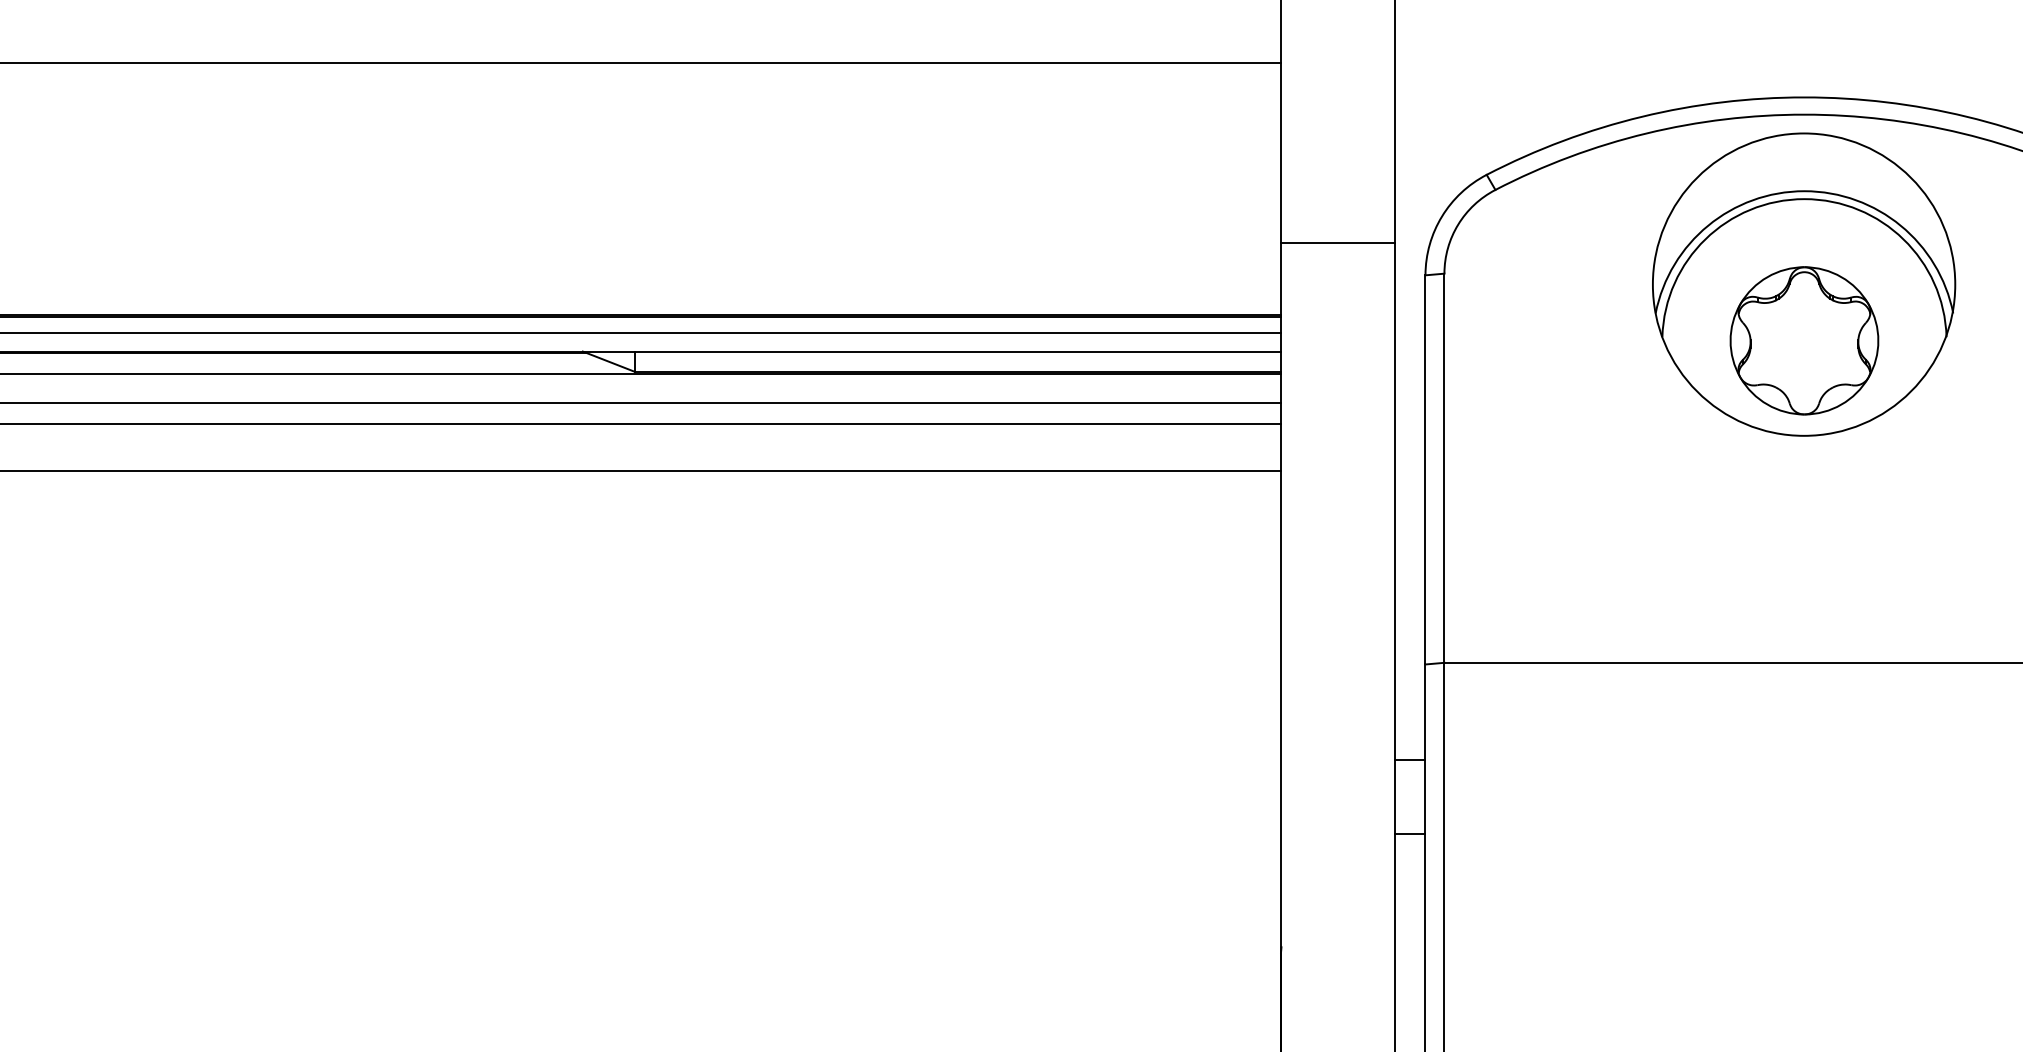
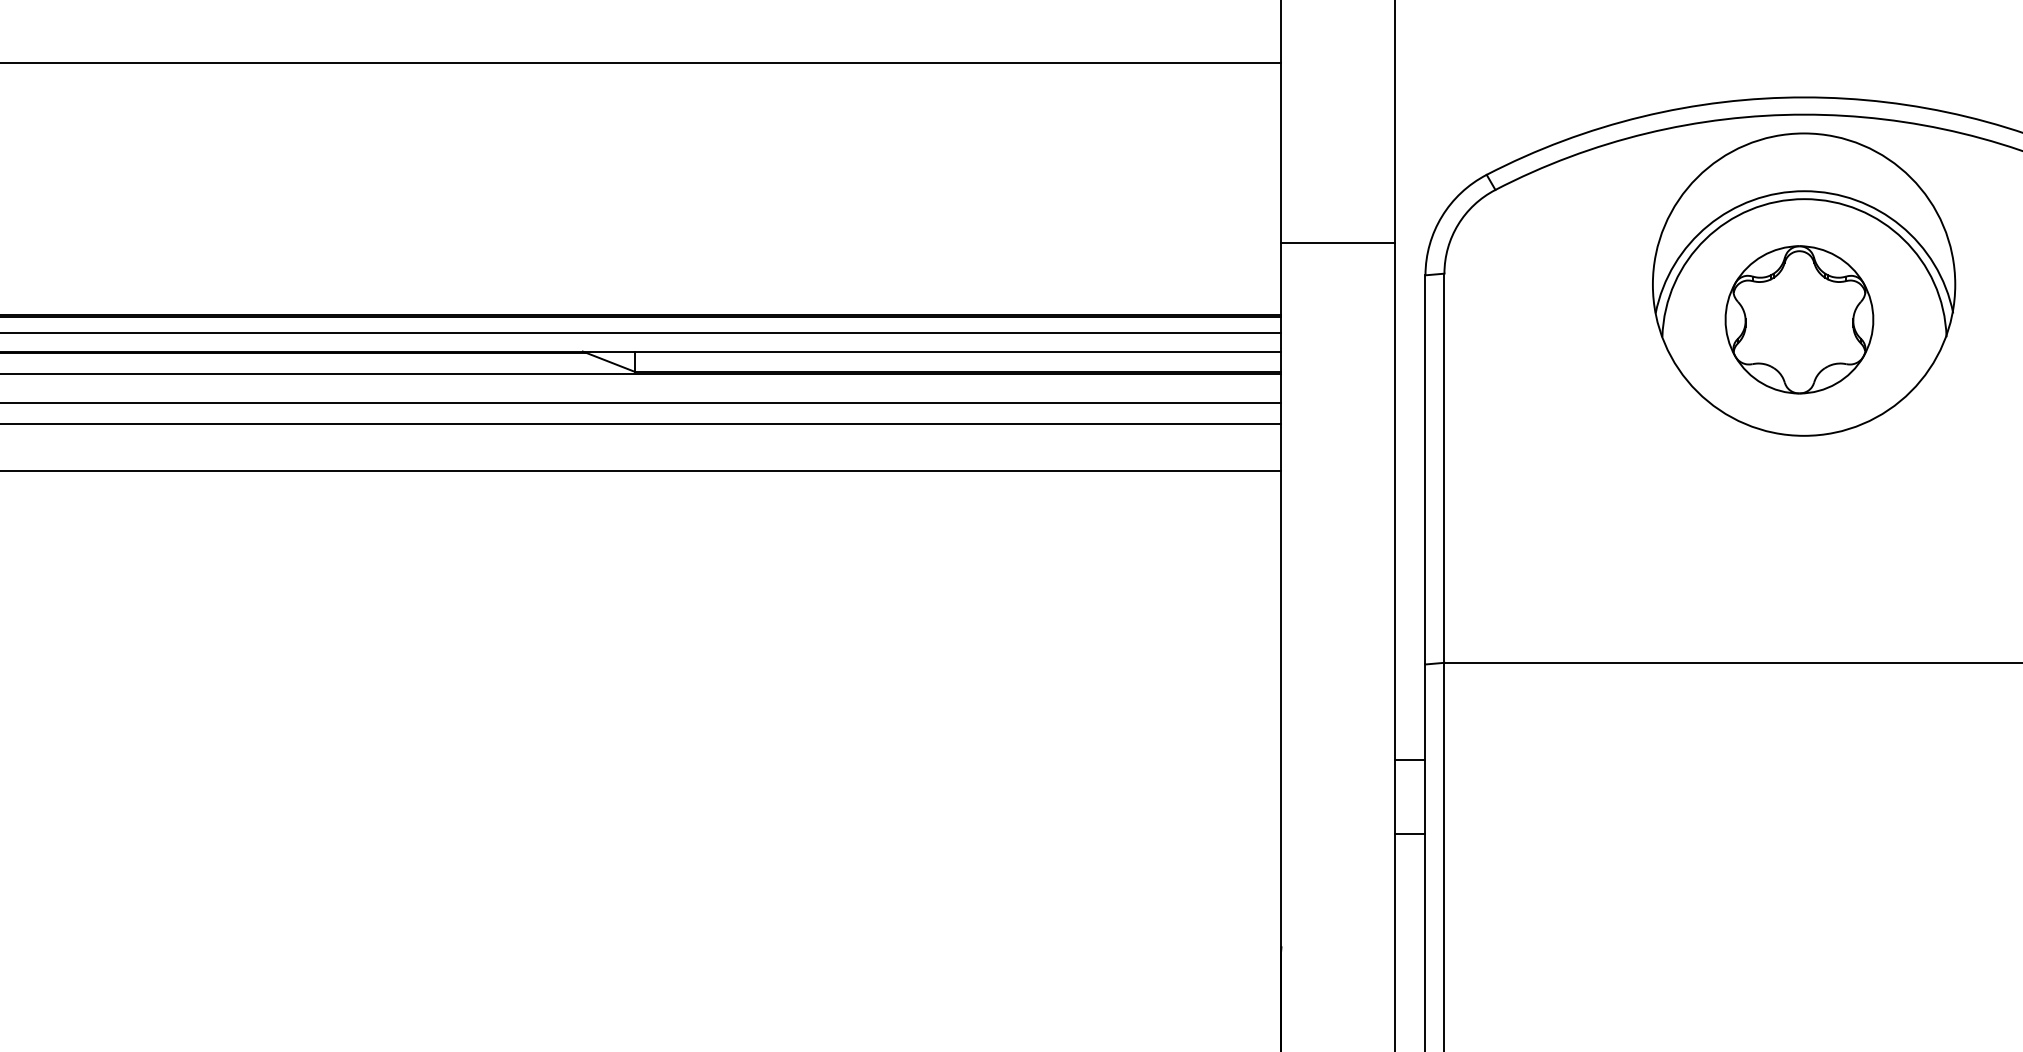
part at (1804, 340) position: (1804, 340) -> (1799, 319)
